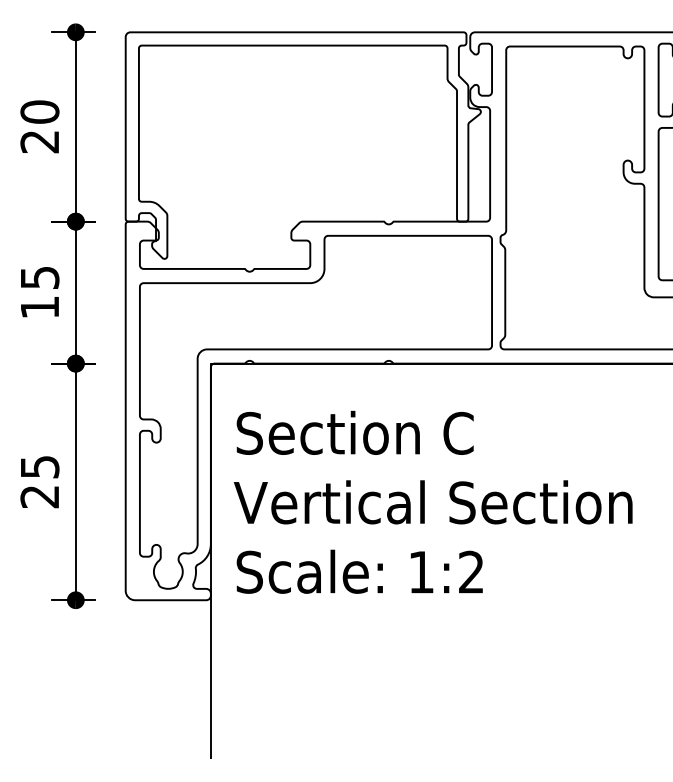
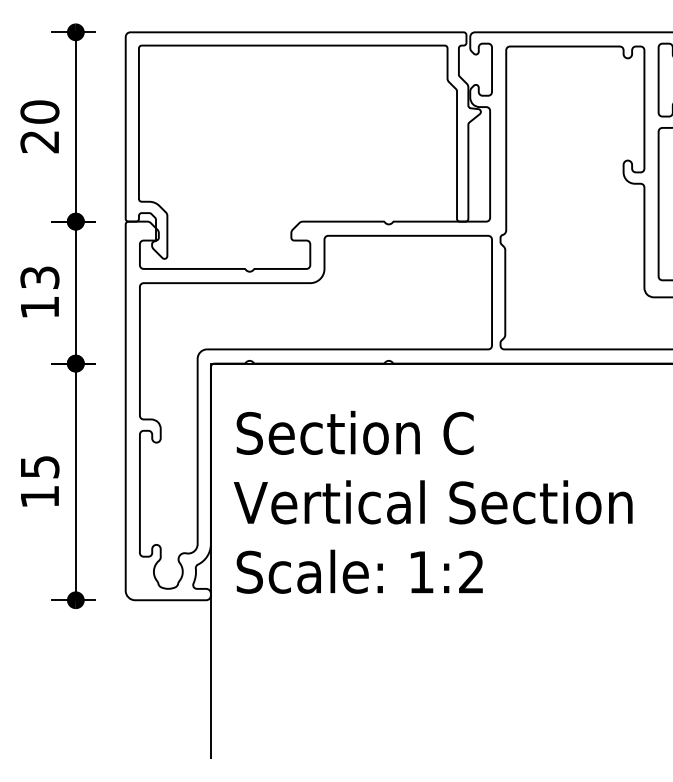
text at (39, 277): 15 -> 13
text at (39, 497): 25 -> 15
